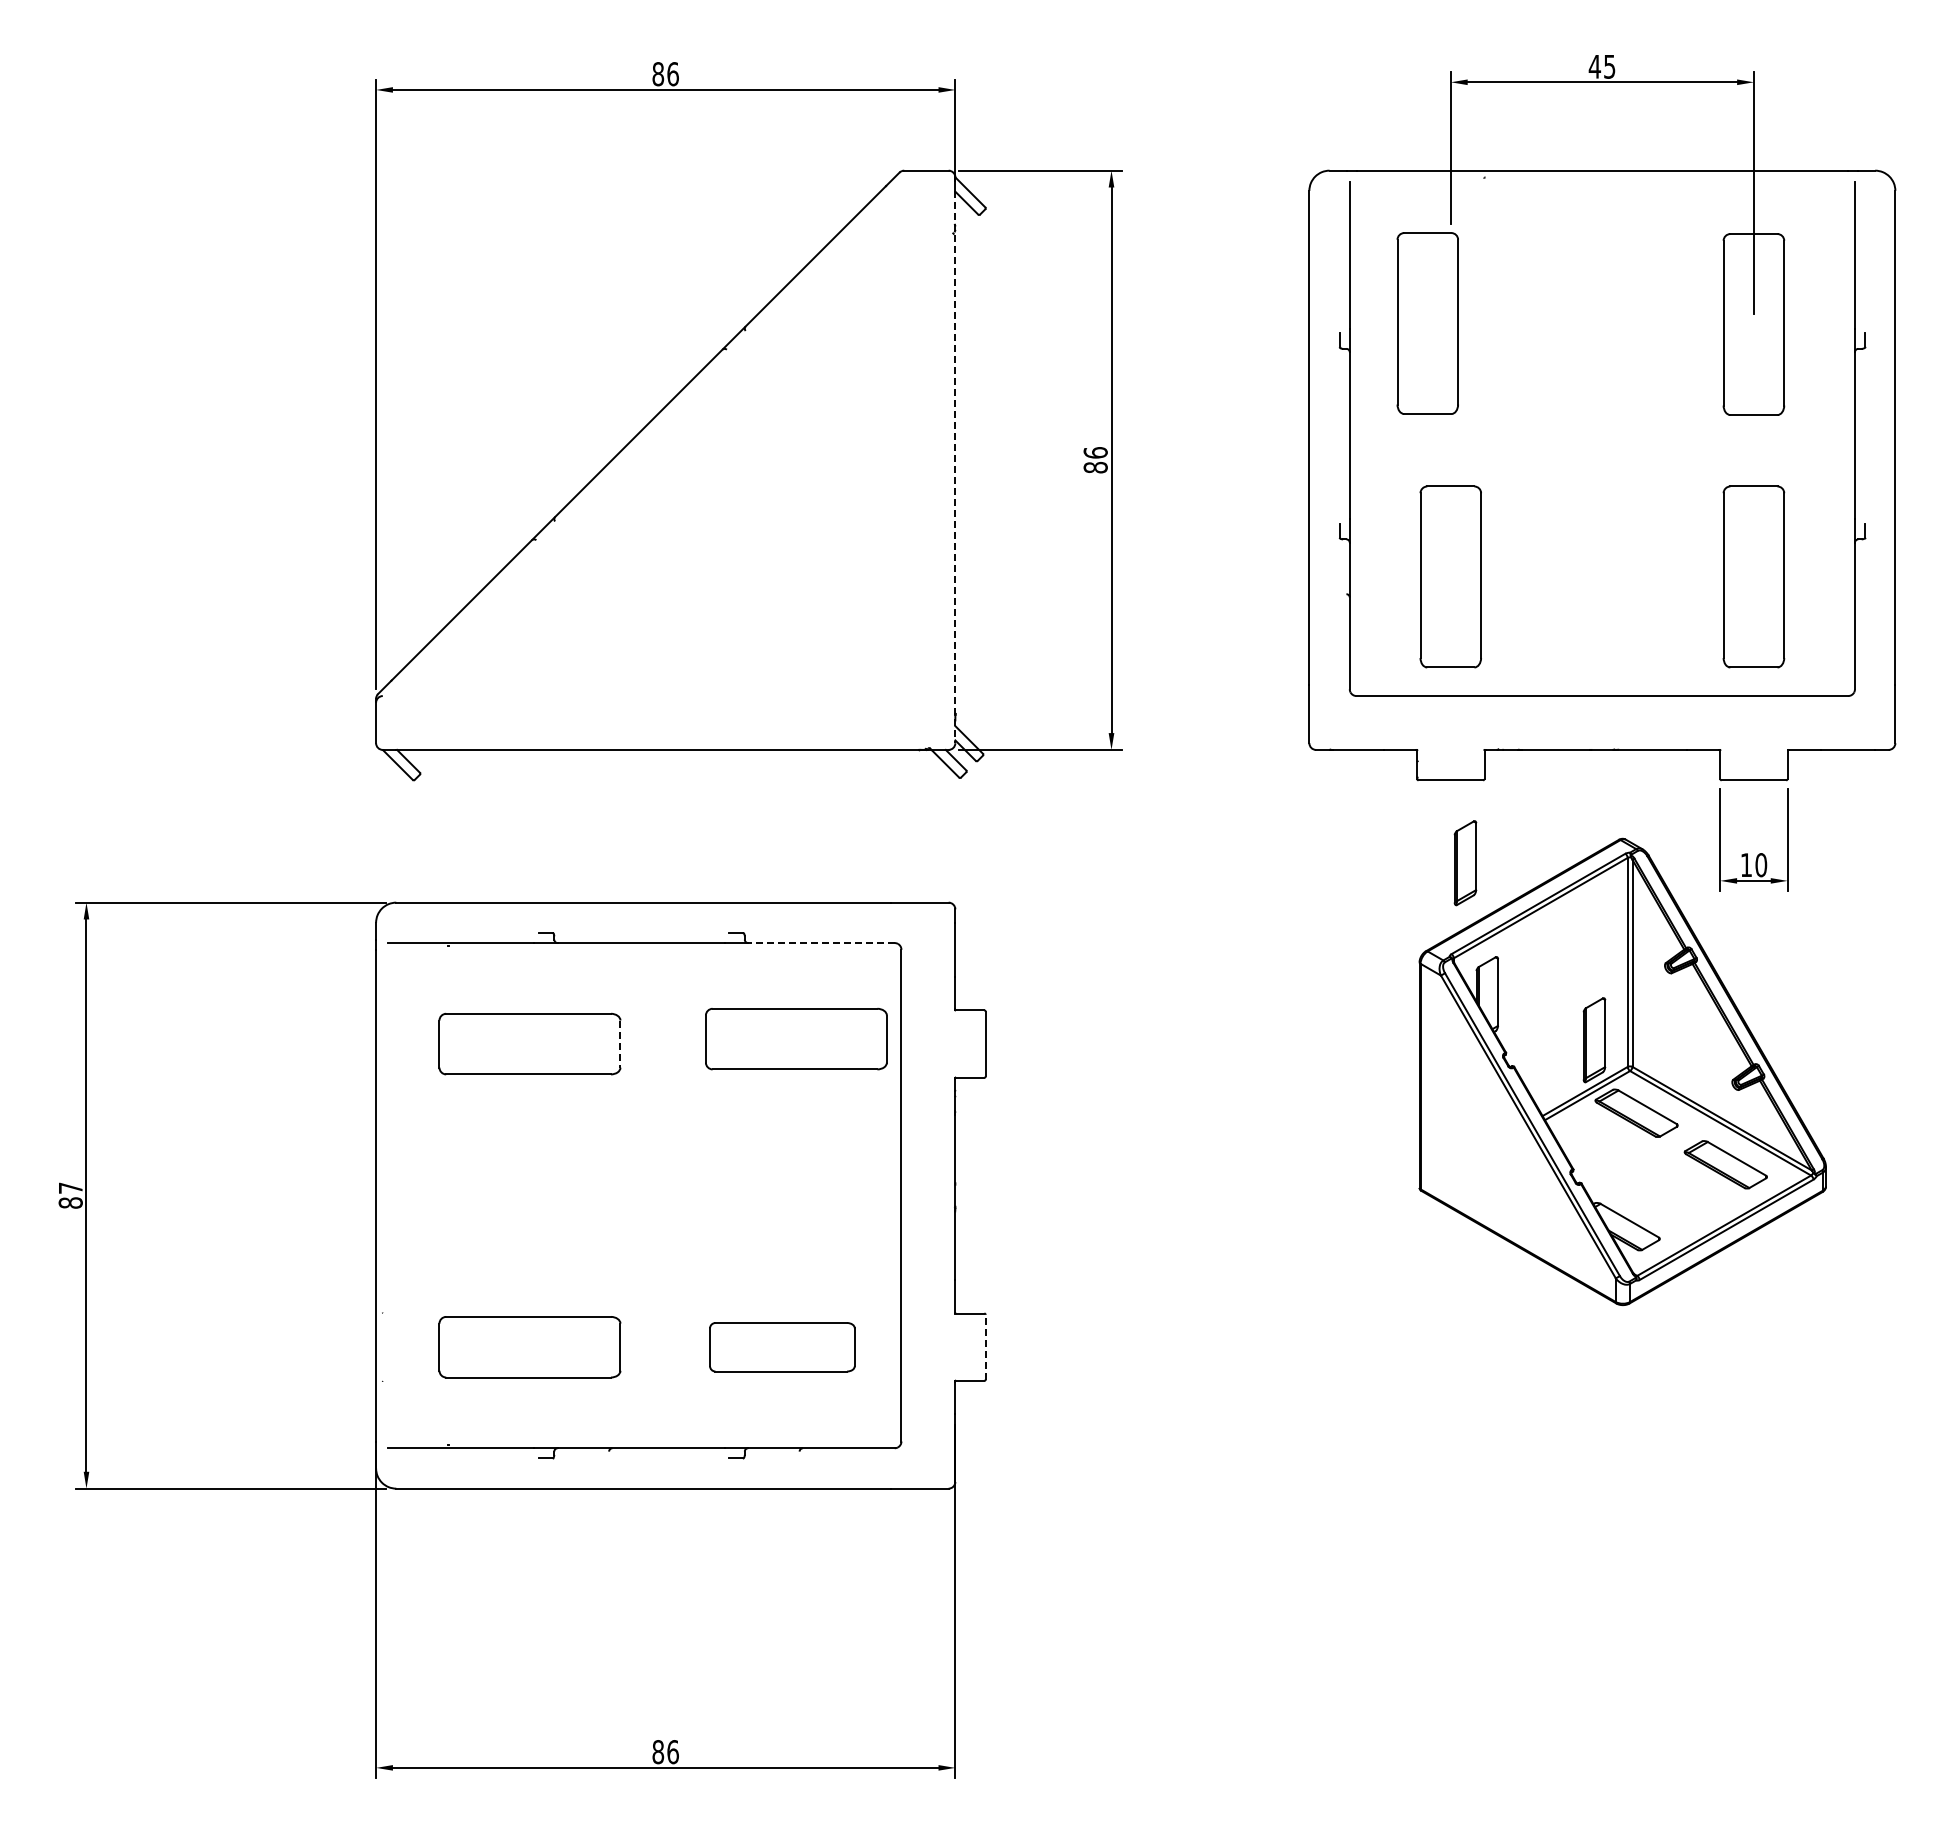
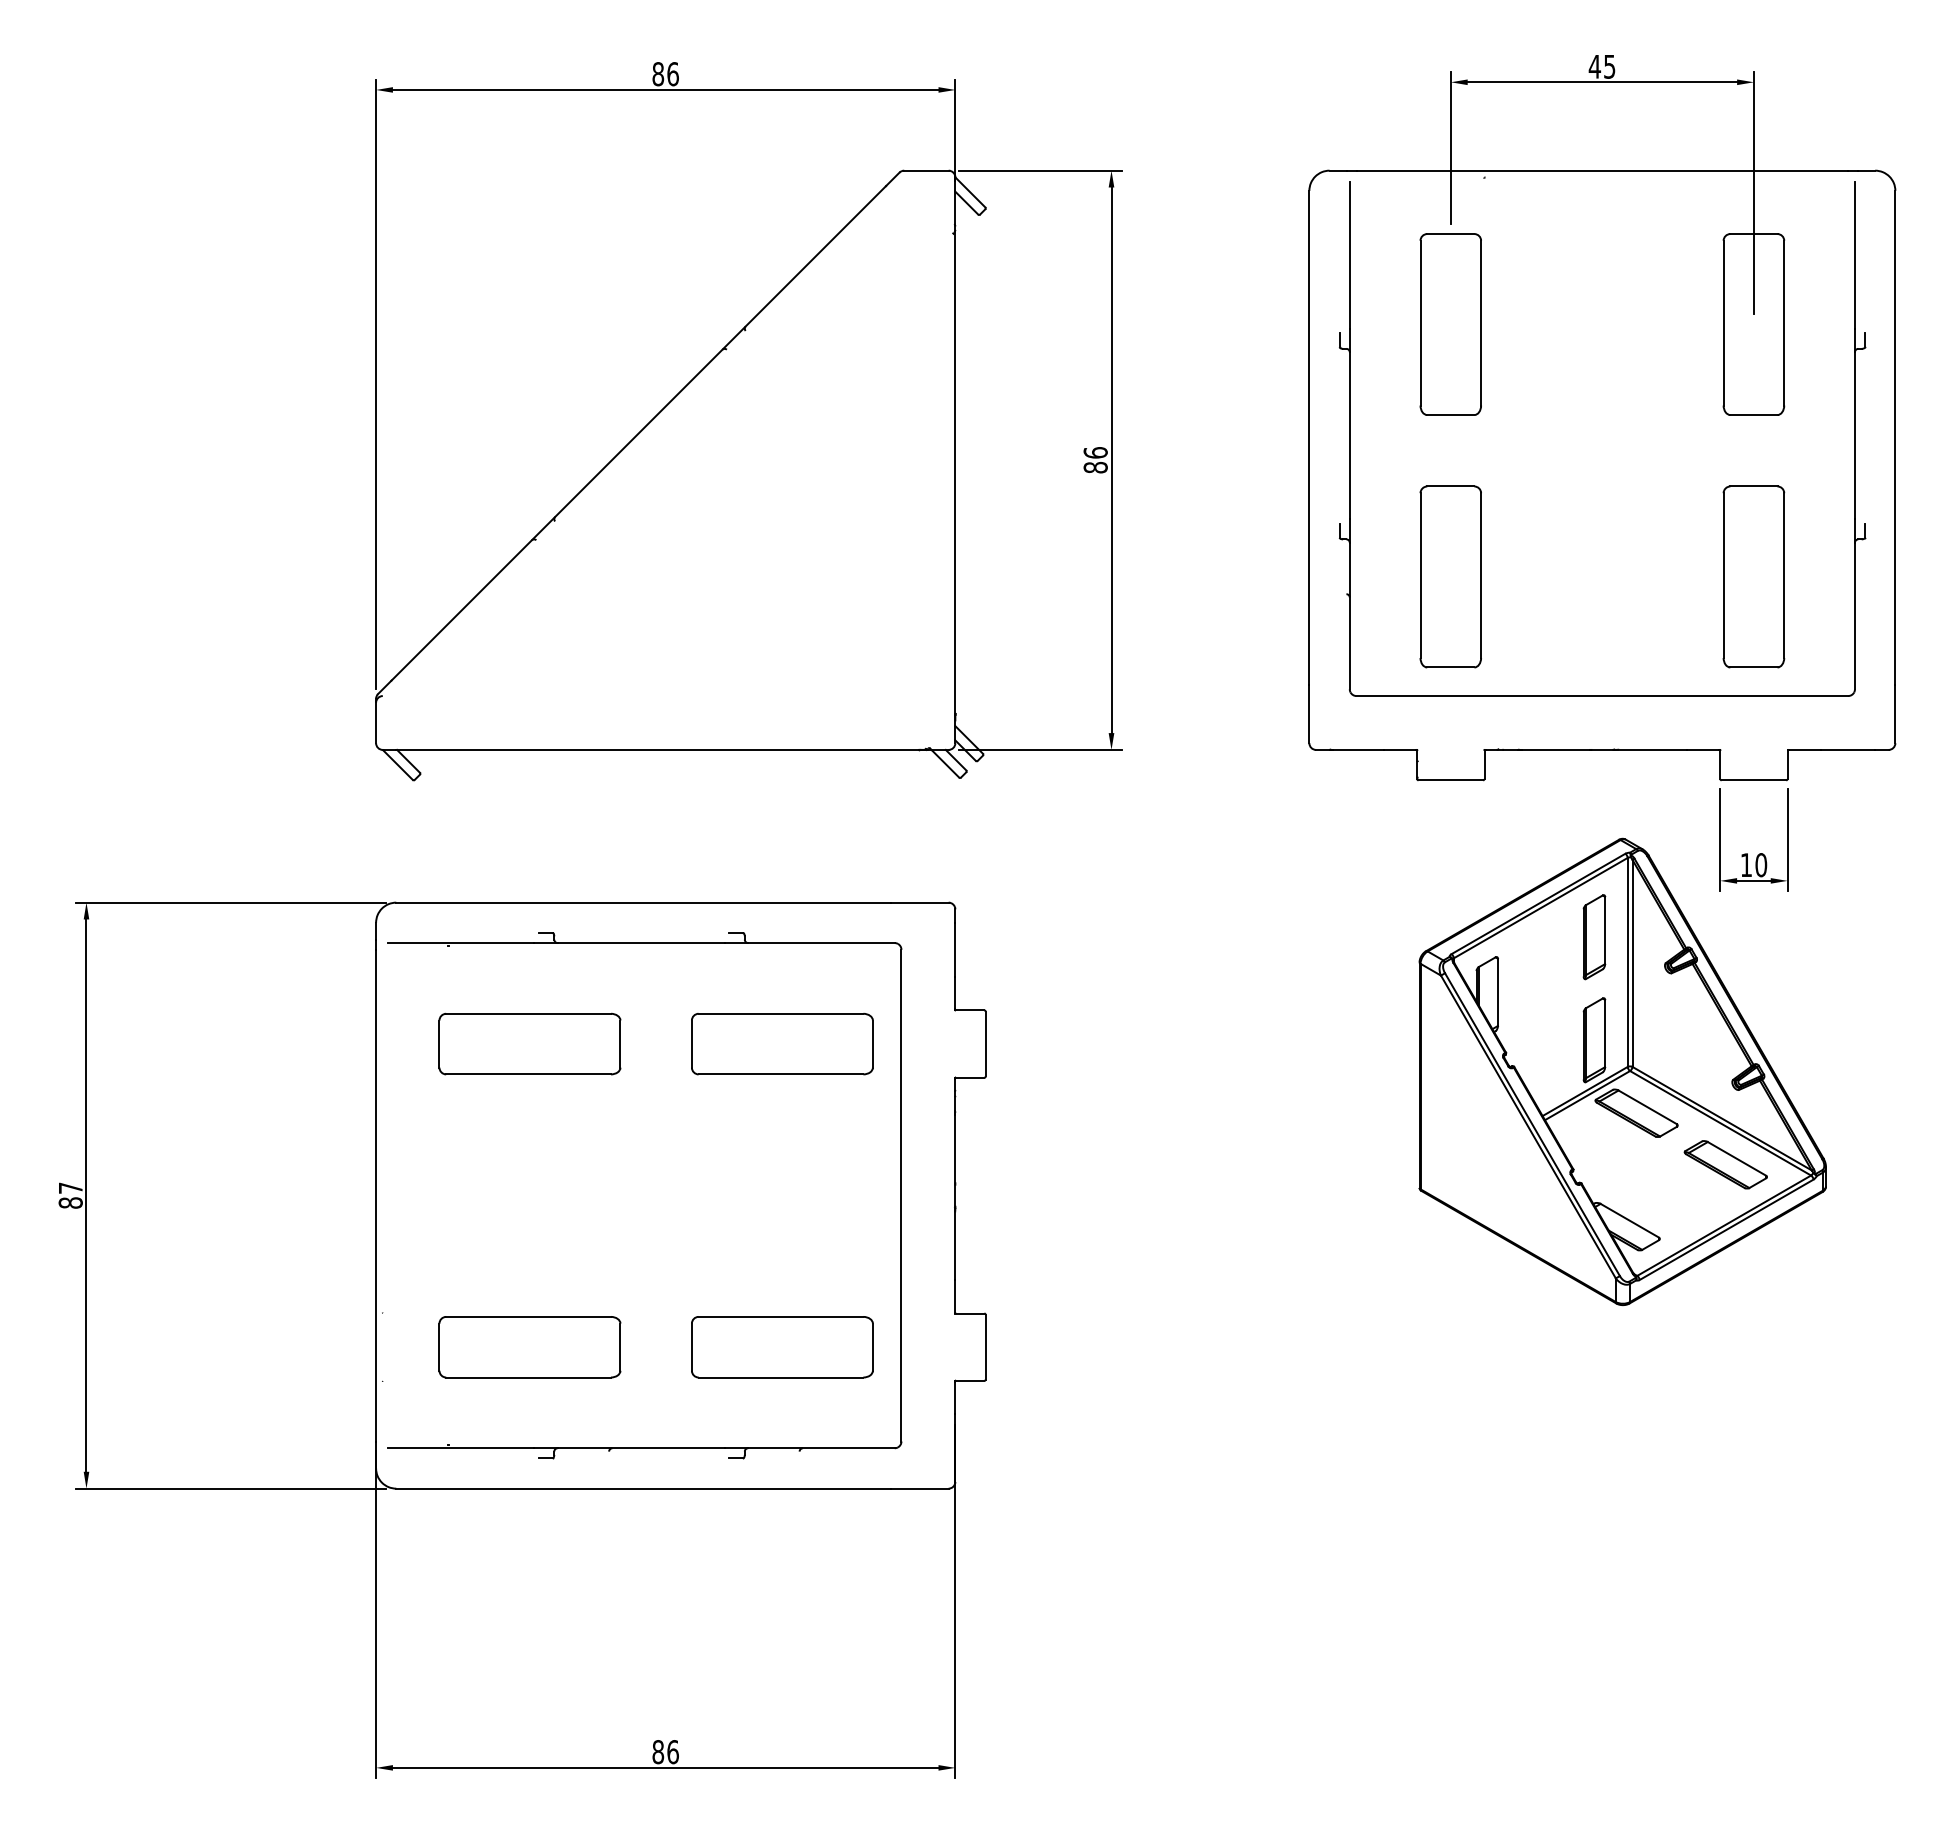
part at (1427, 323) position: (1427, 323) -> (1450, 324)
line at (955, 467): dashed -> solid
part at (1465, 863) position: (1465, 863) -> (1594, 937)
line at (820, 943): dashed -> solid
part at (796, 1039) position: (796, 1039) -> (782, 1044)
line at (620, 1044): dashed -> solid
line at (985, 1346): dashed -> solid
part at (782, 1347) size: 147x51 px -> 183x63 px
